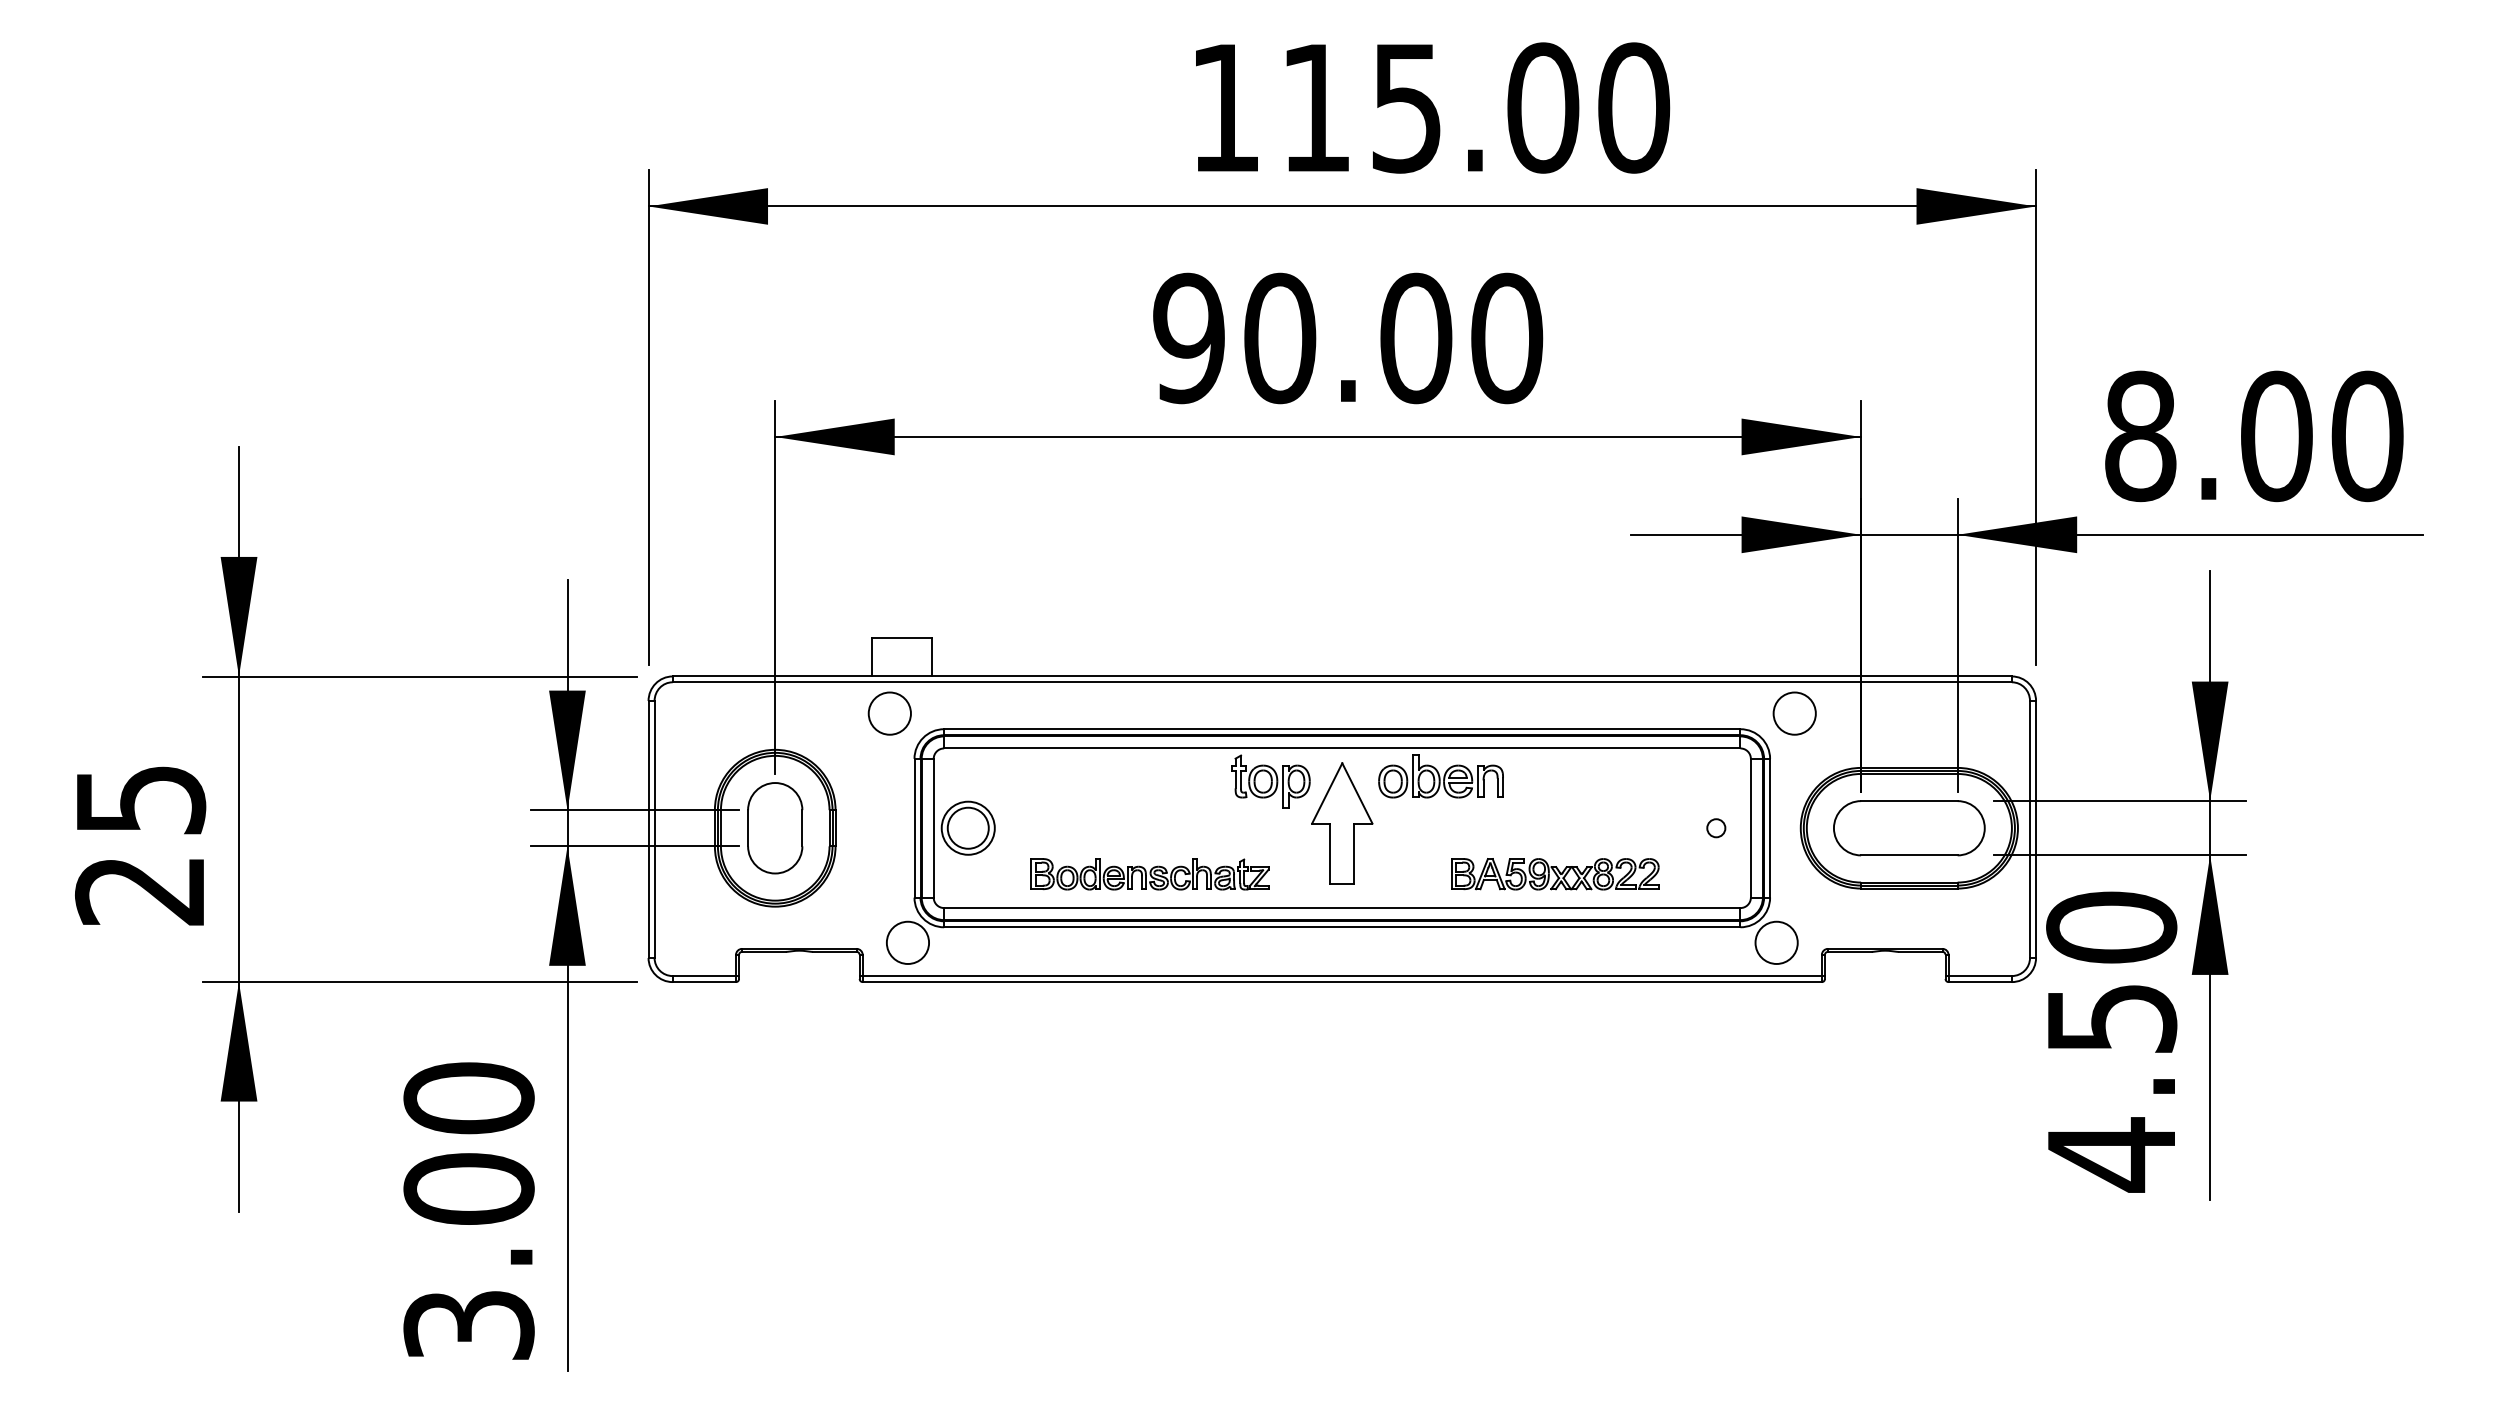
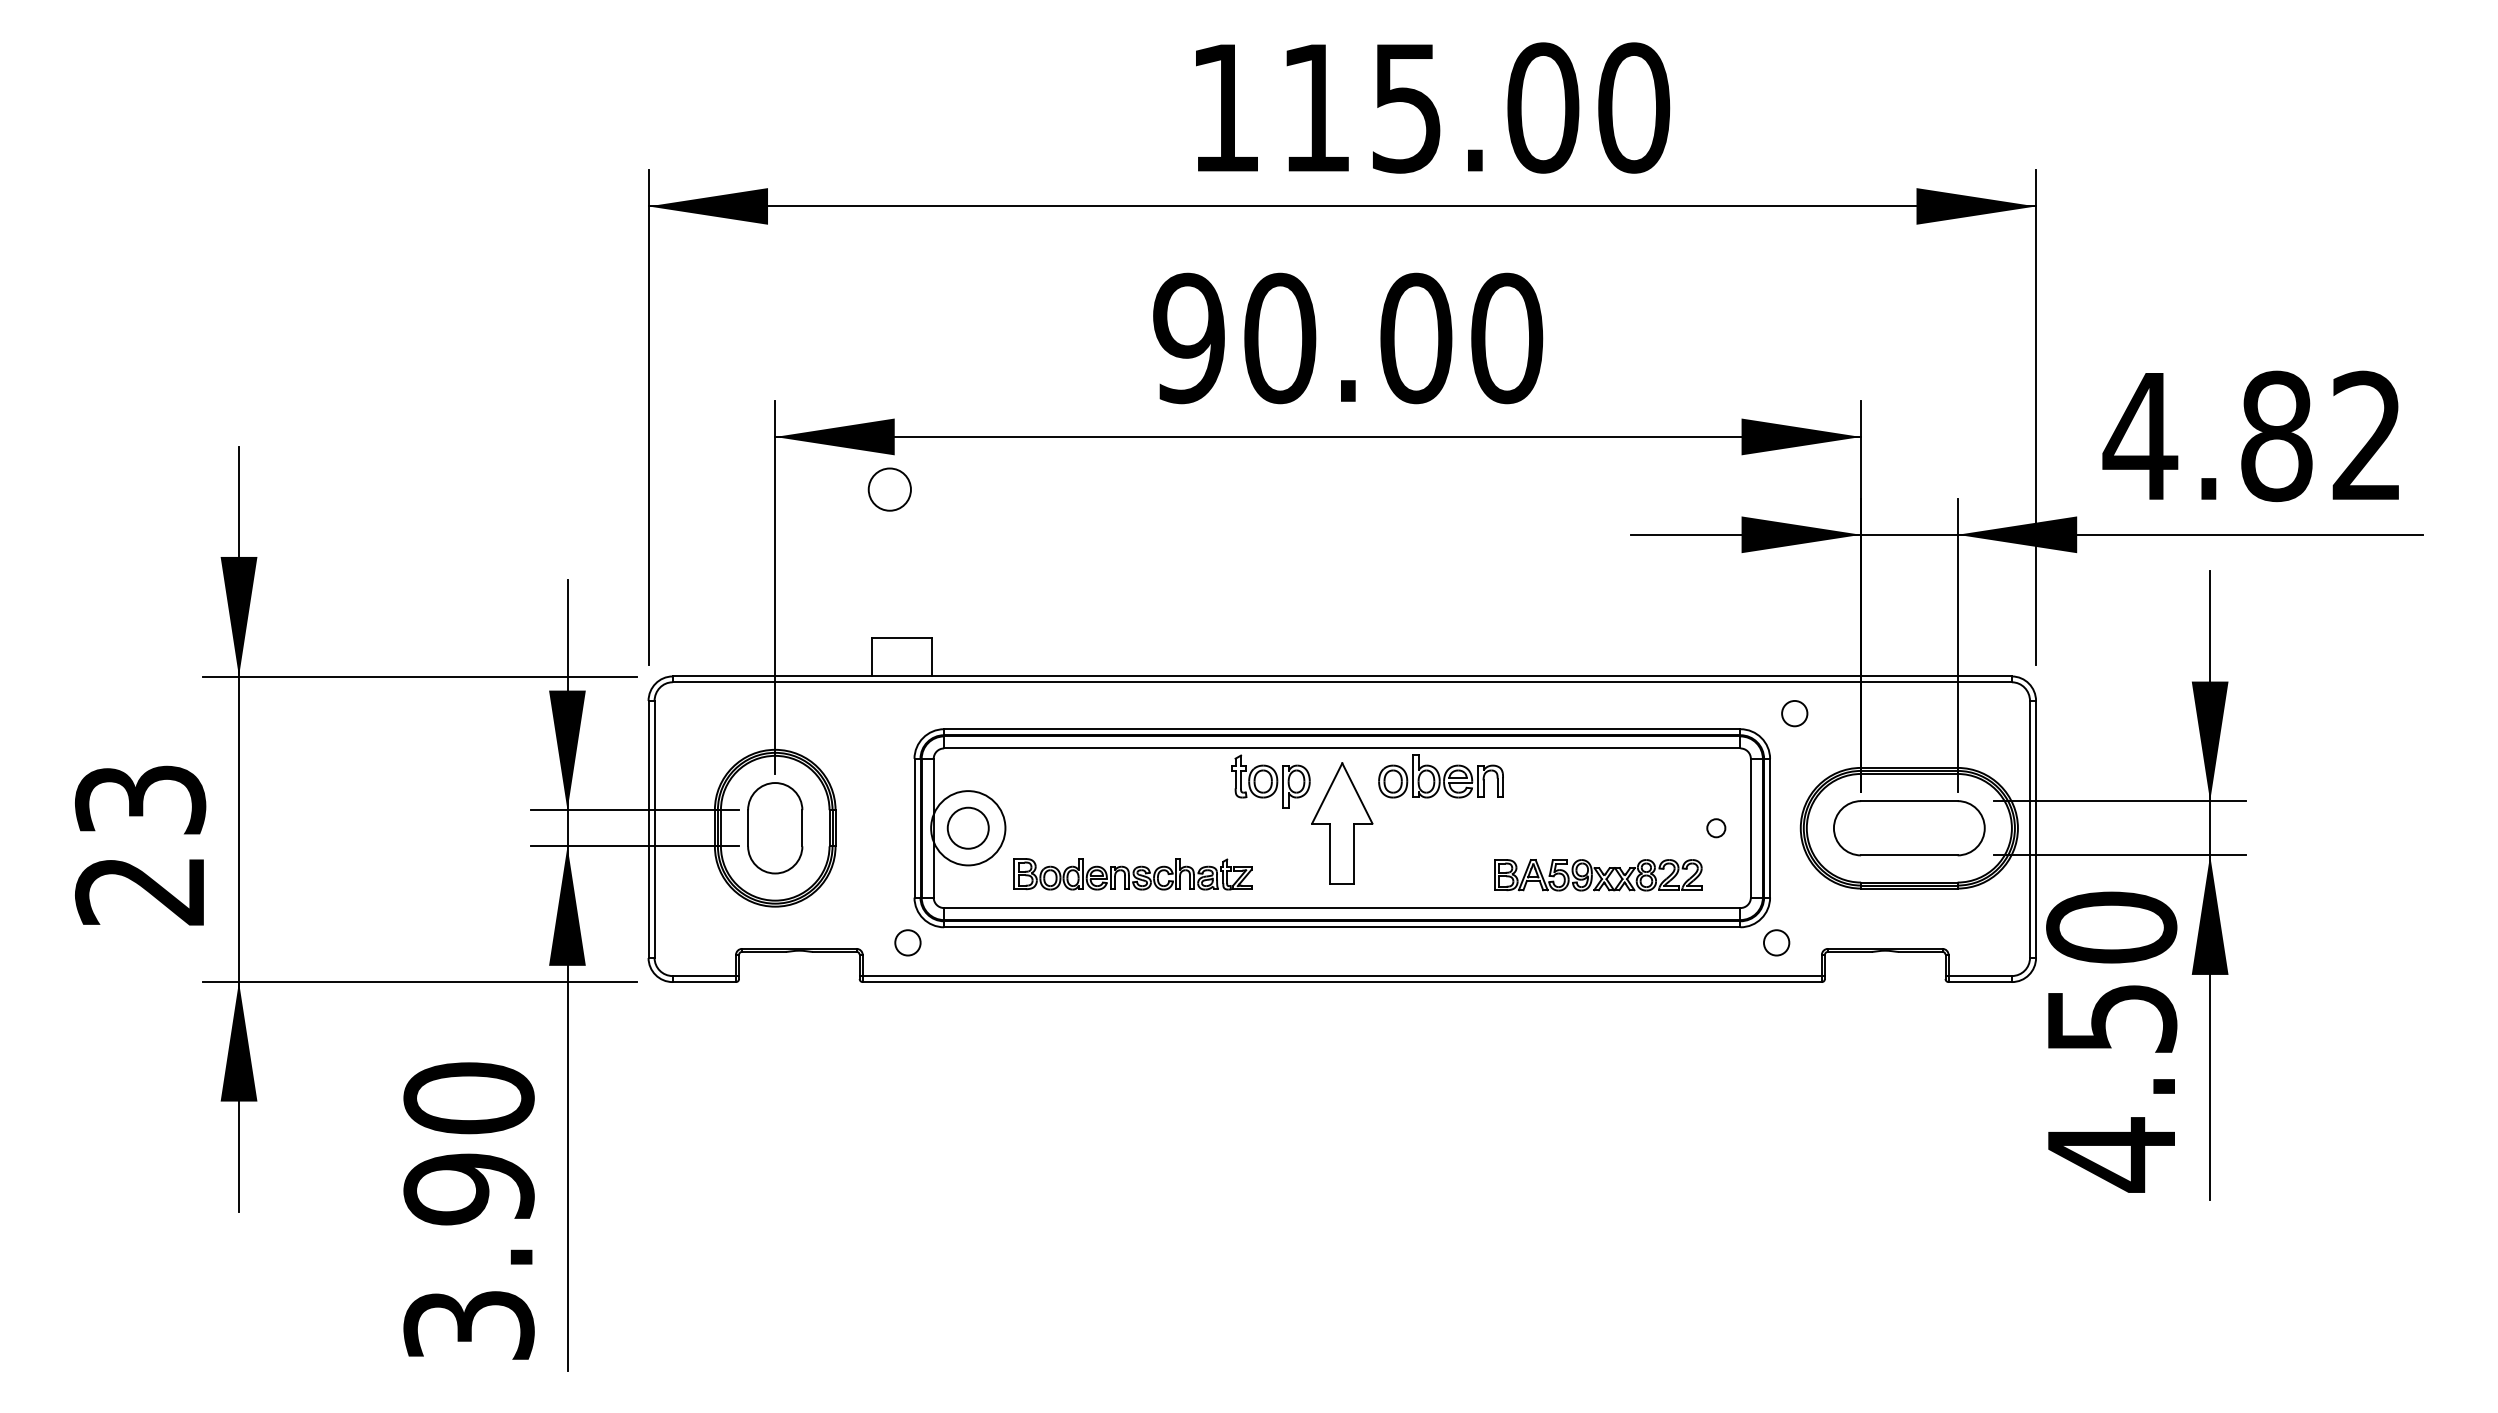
text at (2252, 436): 8.00 -> 4.82
circle at (889, 713) position: (889, 713) -> (889, 489)
circle at (1794, 713) diameter: 42 px -> 25 px
text at (140, 799): 25 -> 23
circle at (967, 827) diameter: 53 px -> 74 px
part at (1149, 874) position: (1149, 874) -> (1132, 874)
part at (1555, 874) position: (1555, 874) -> (1598, 875)
circle at (907, 942) diameter: 42 px -> 25 px
circle at (1776, 942) diameter: 42 px -> 25 px
text at (468, 1189): 3.00 -> 3.90
